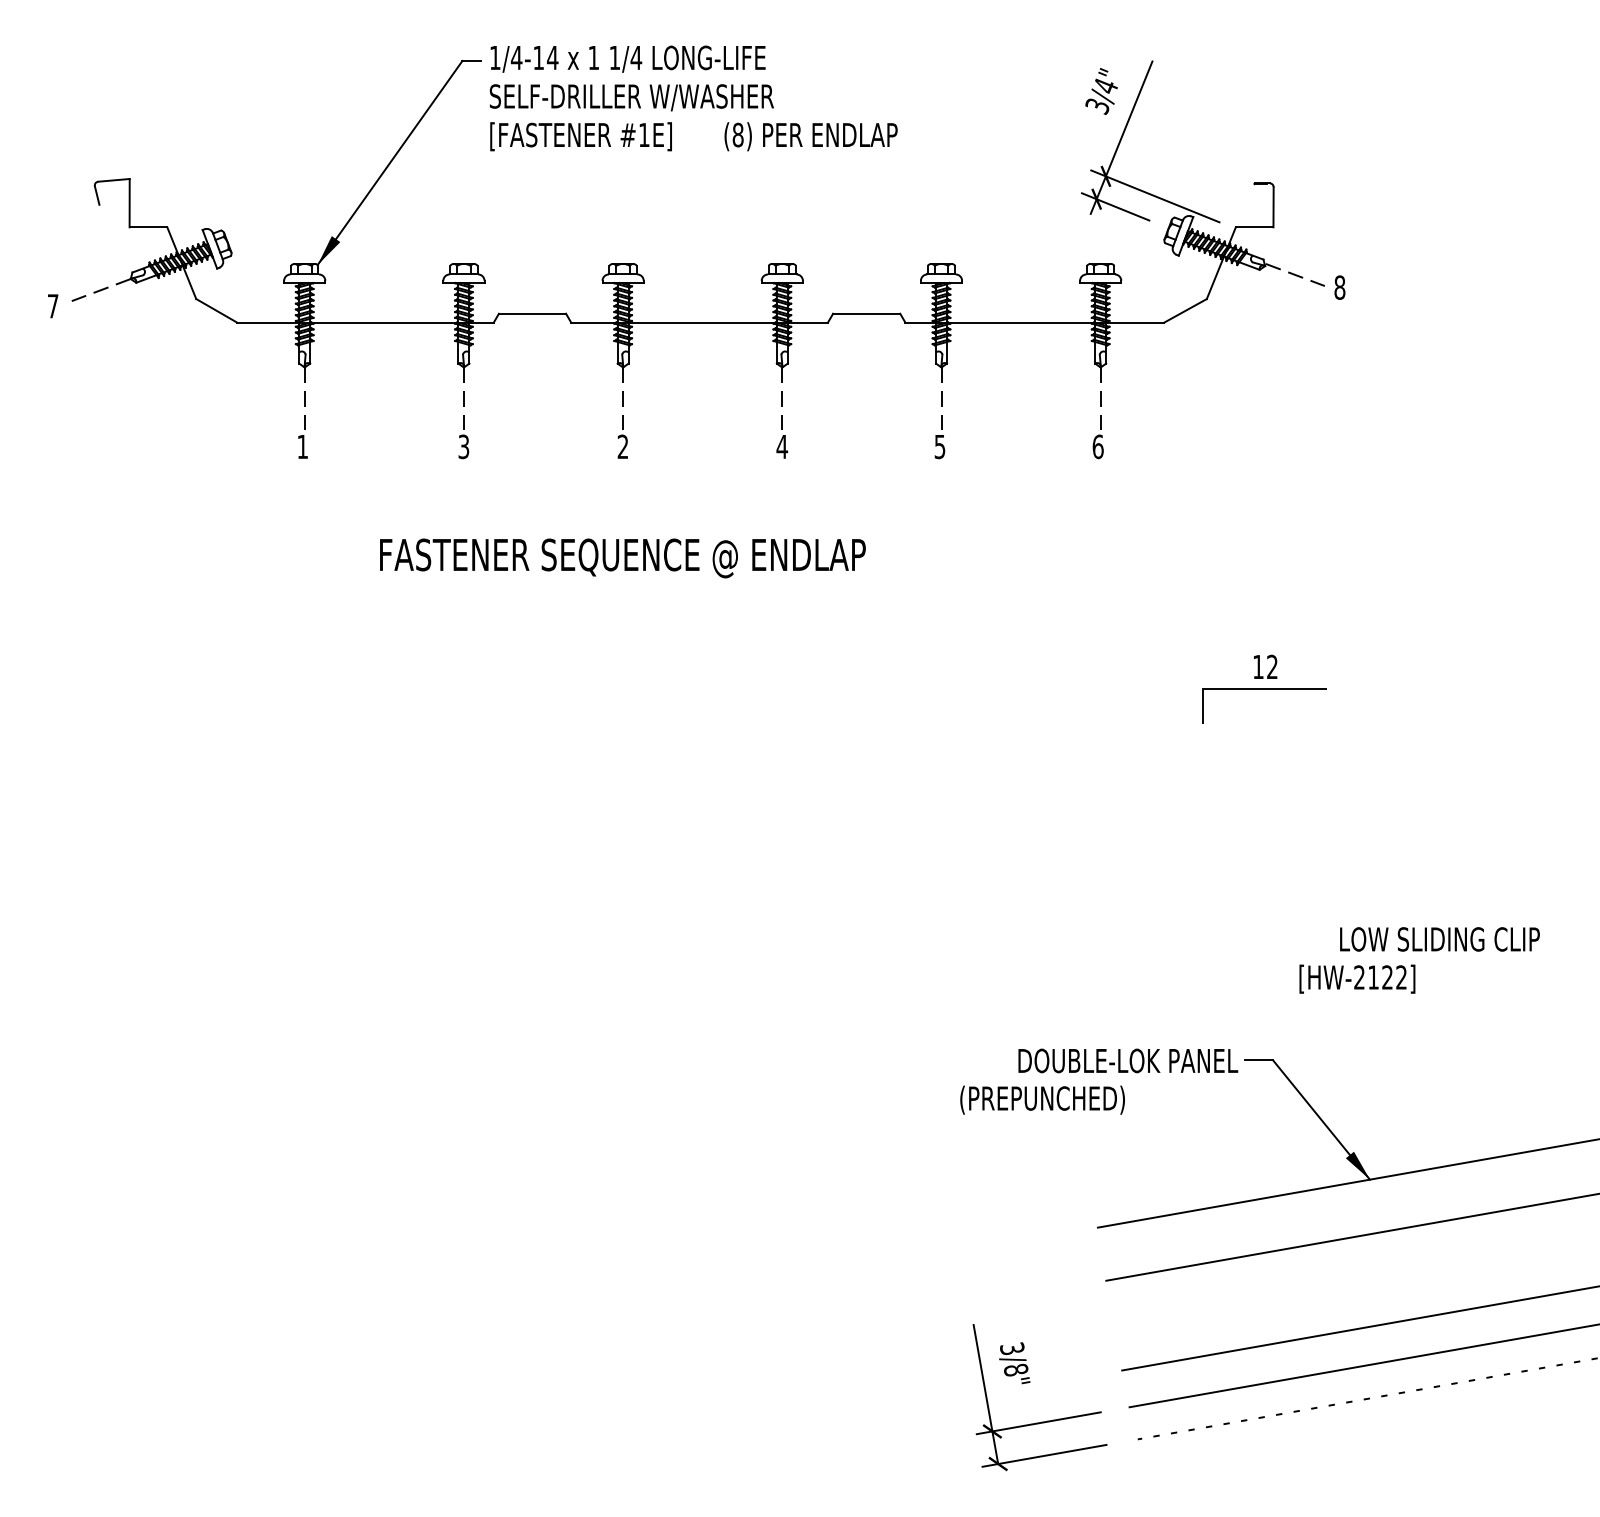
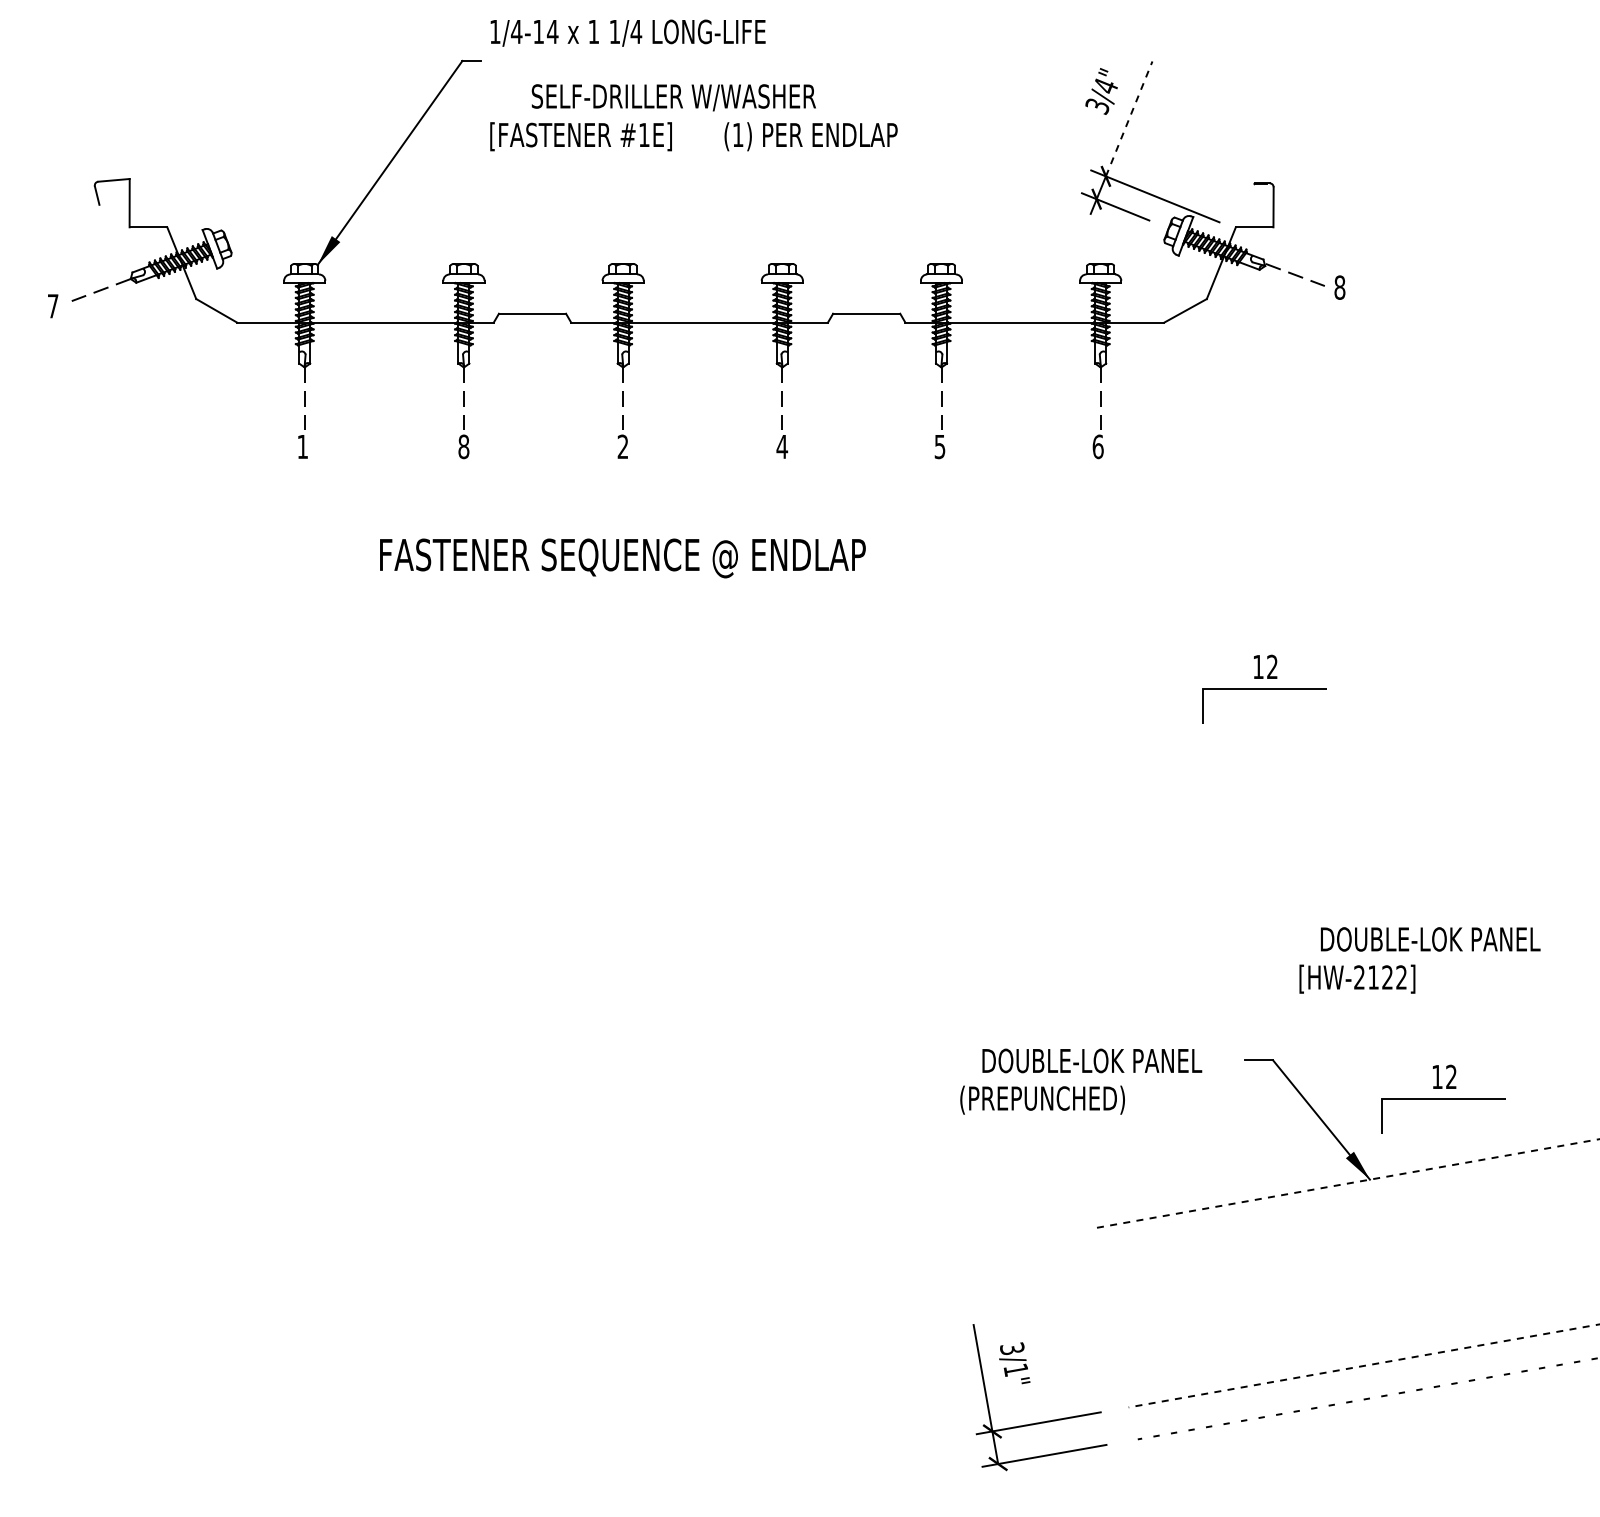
text at (627, 58) position: (627, 58) -> (627, 32)
text at (631, 97) position: (631, 97) -> (673, 97)
line at (1129, 118): solid -> dashed
text at (737, 134): (8) -> (1)
text at (463, 446): 3 -> 8
text at (1430, 939): LOW SLIDING CLIP -> DOUBLE-LOK PANEL
text at (1128, 1060) position: (1128, 1060) -> (1092, 1060)
part at (1443, 1098): none -> present
line at (1348, 1183): solid -> dashed
line at (1351, 1237): present -> none
line at (1359, 1328): present -> none
line at (1363, 1365): solid -> dashed
text at (1015, 1369): 3/8" -> 3/1"
